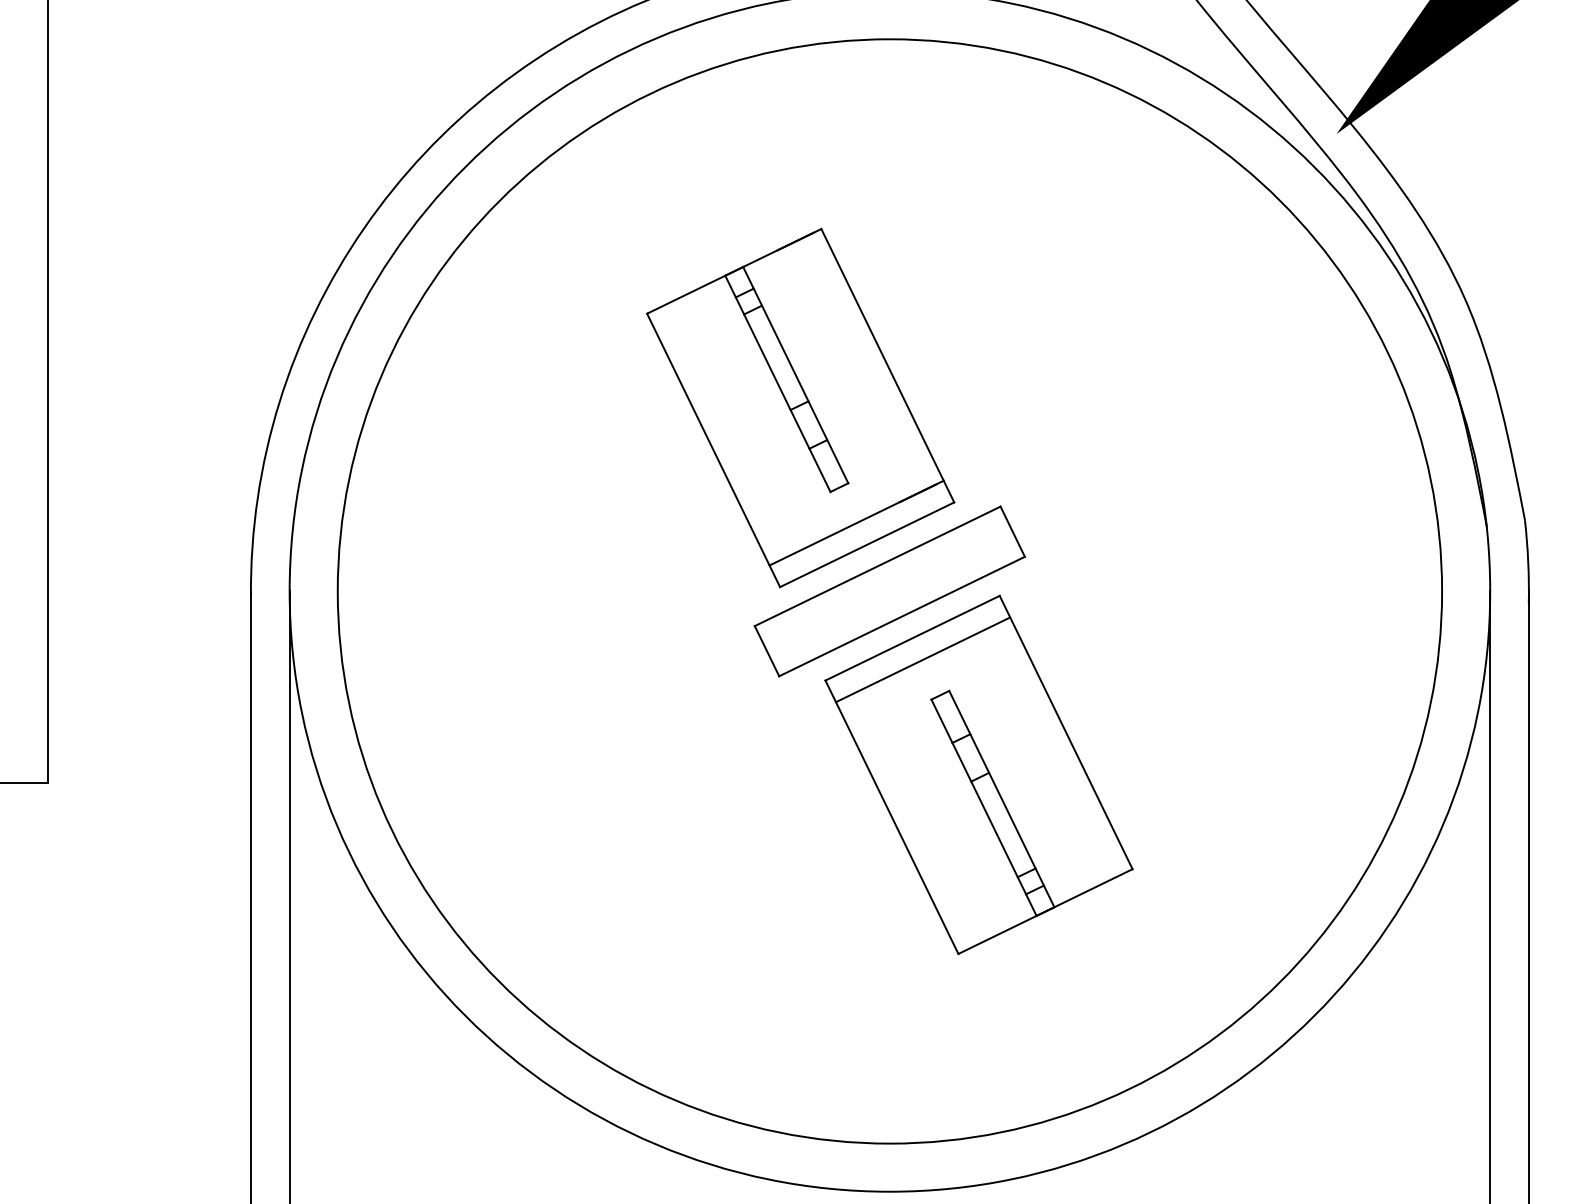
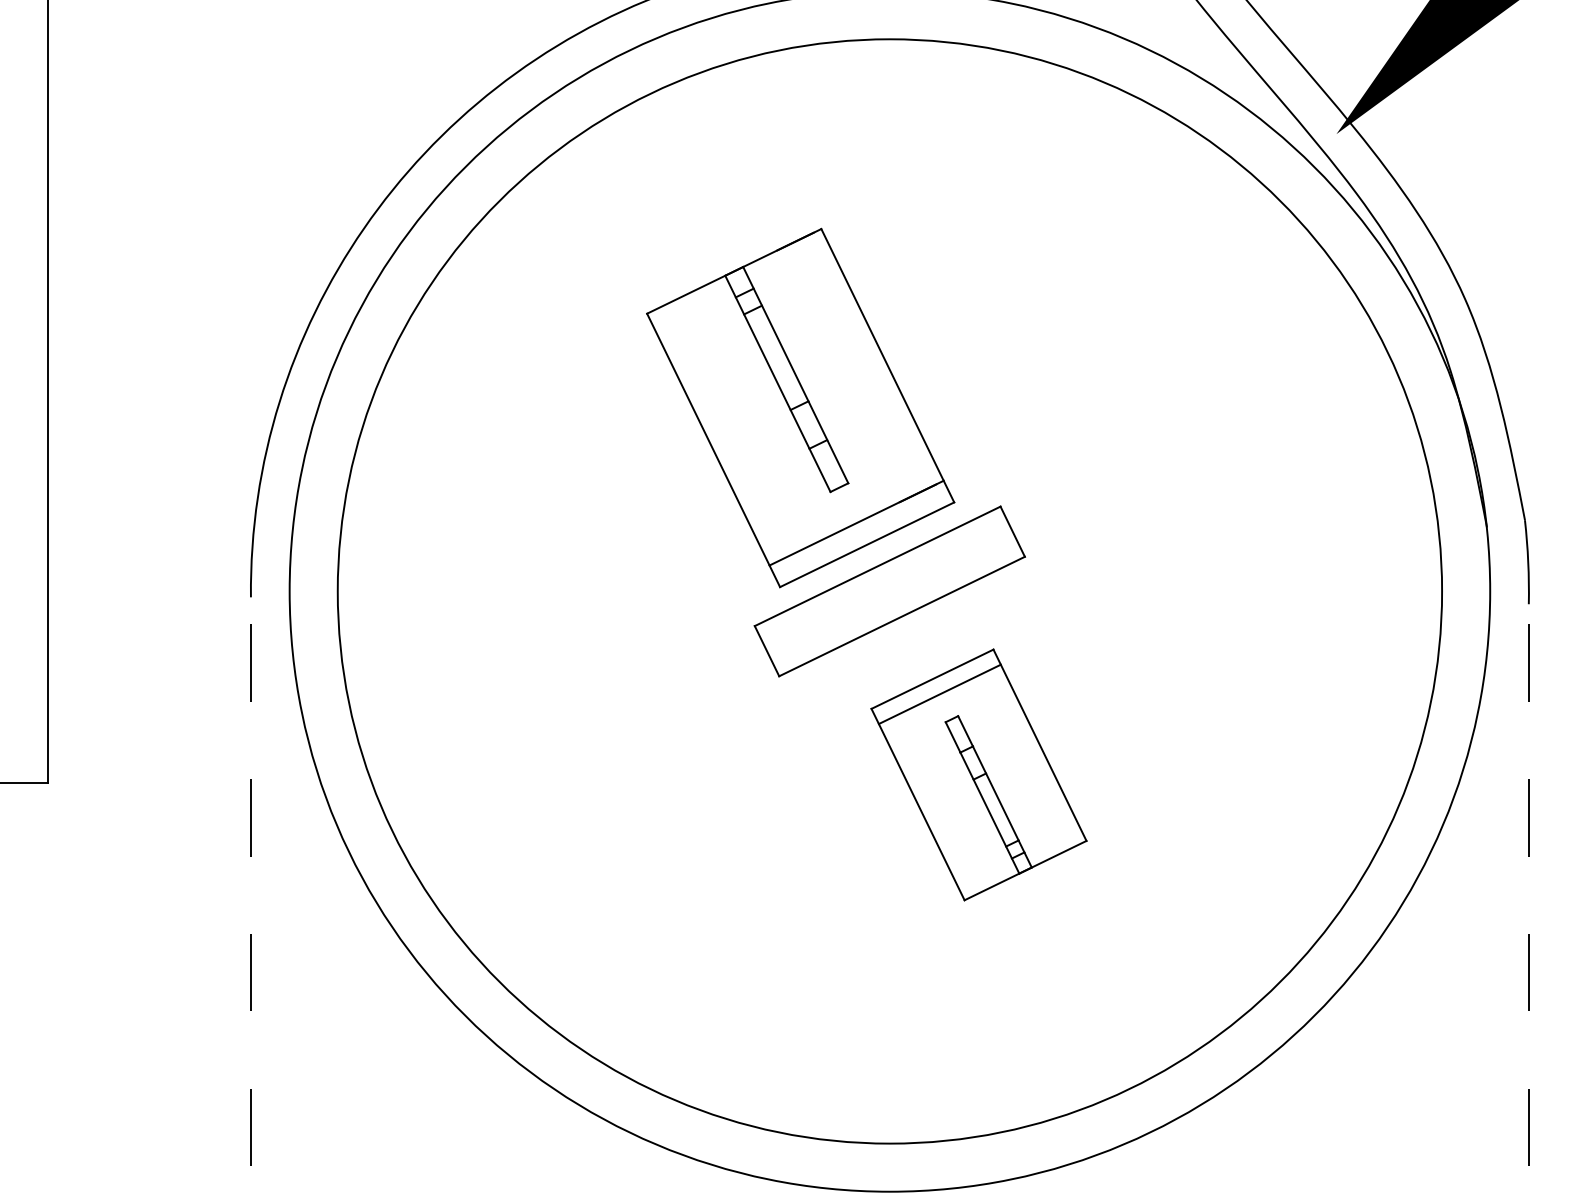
part at (978, 774) size: 310x362 px -> 218x254 px
line at (289, 895): present -> none
line at (1490, 895): present -> none
line at (251, 897): solid -> dashed
line at (1528, 897): solid -> dashed
